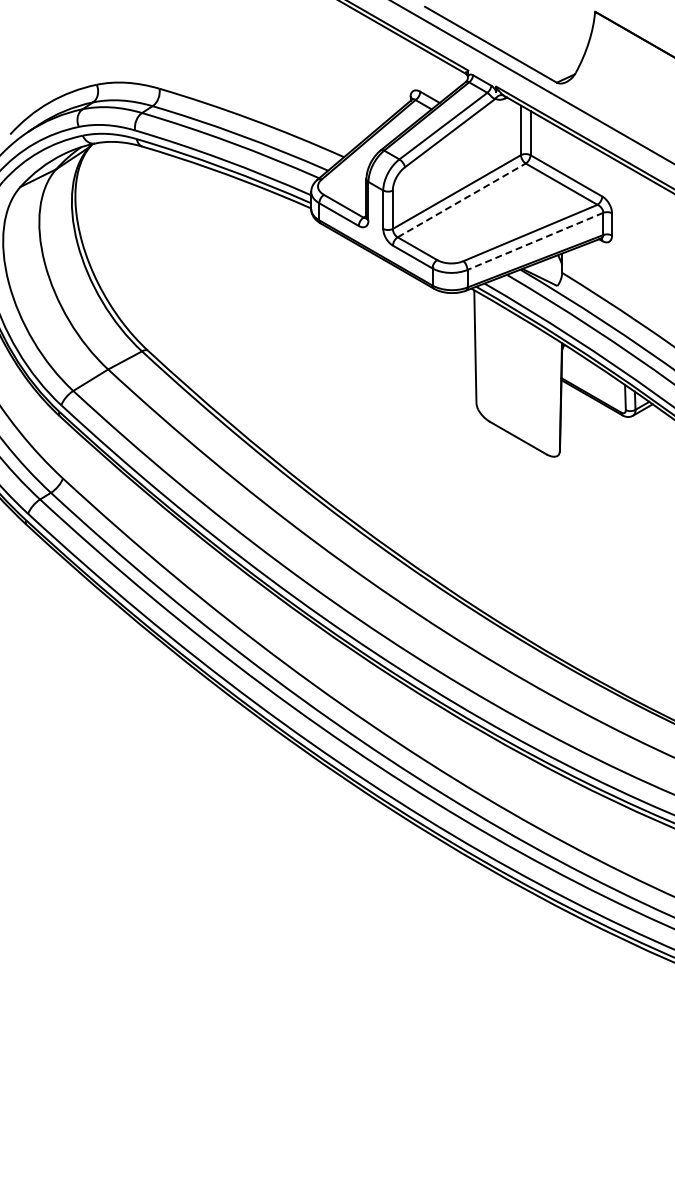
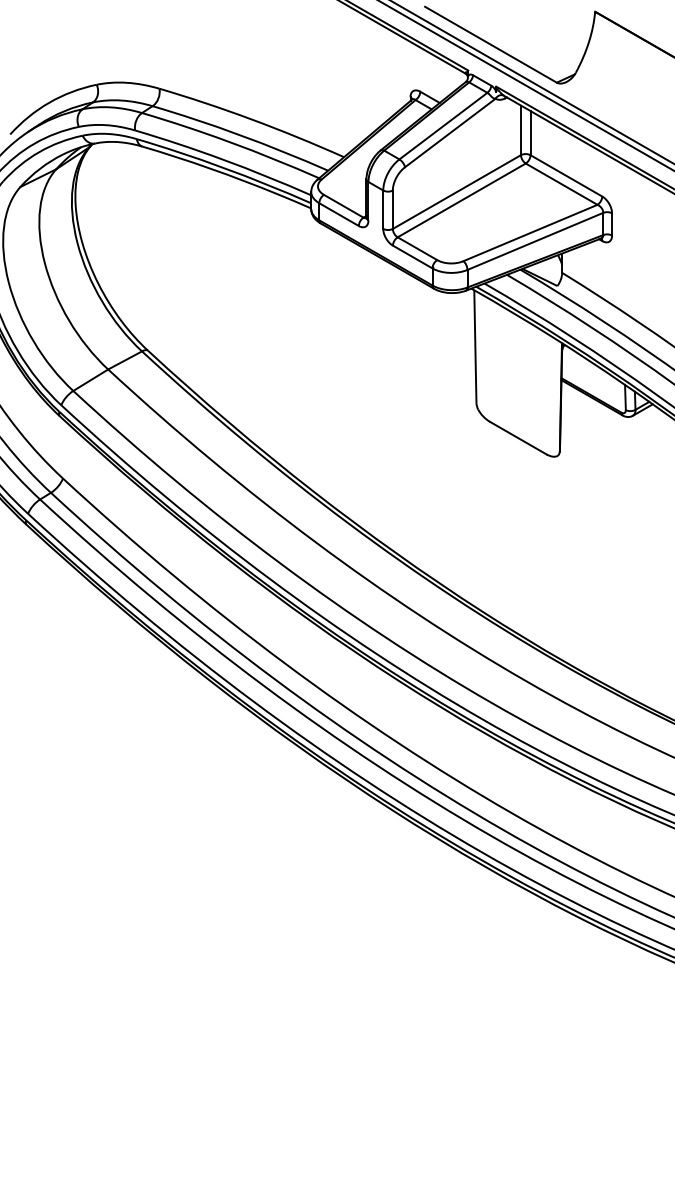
line at (526, 85): none -> present
line at (461, 200): dashed -> solid
line at (535, 241): dashed -> solid
